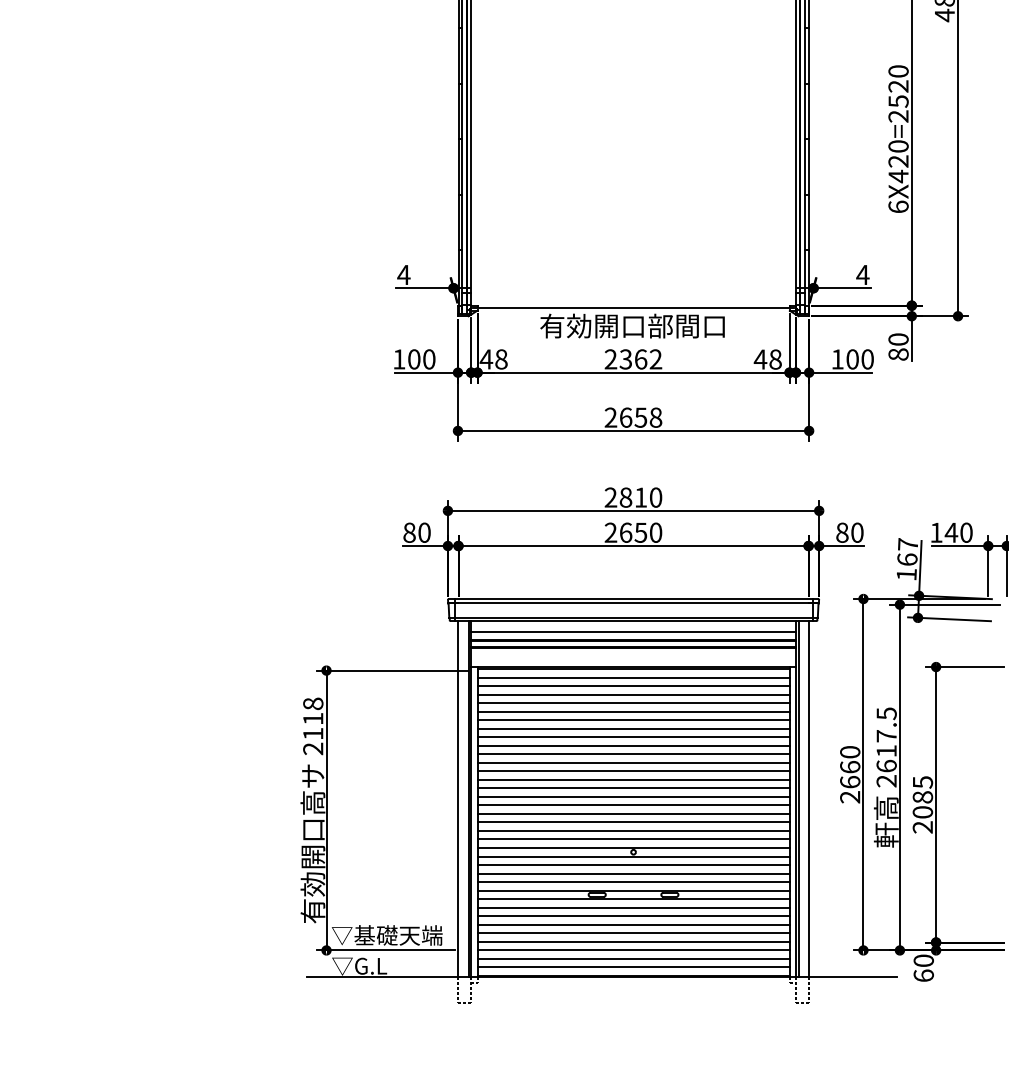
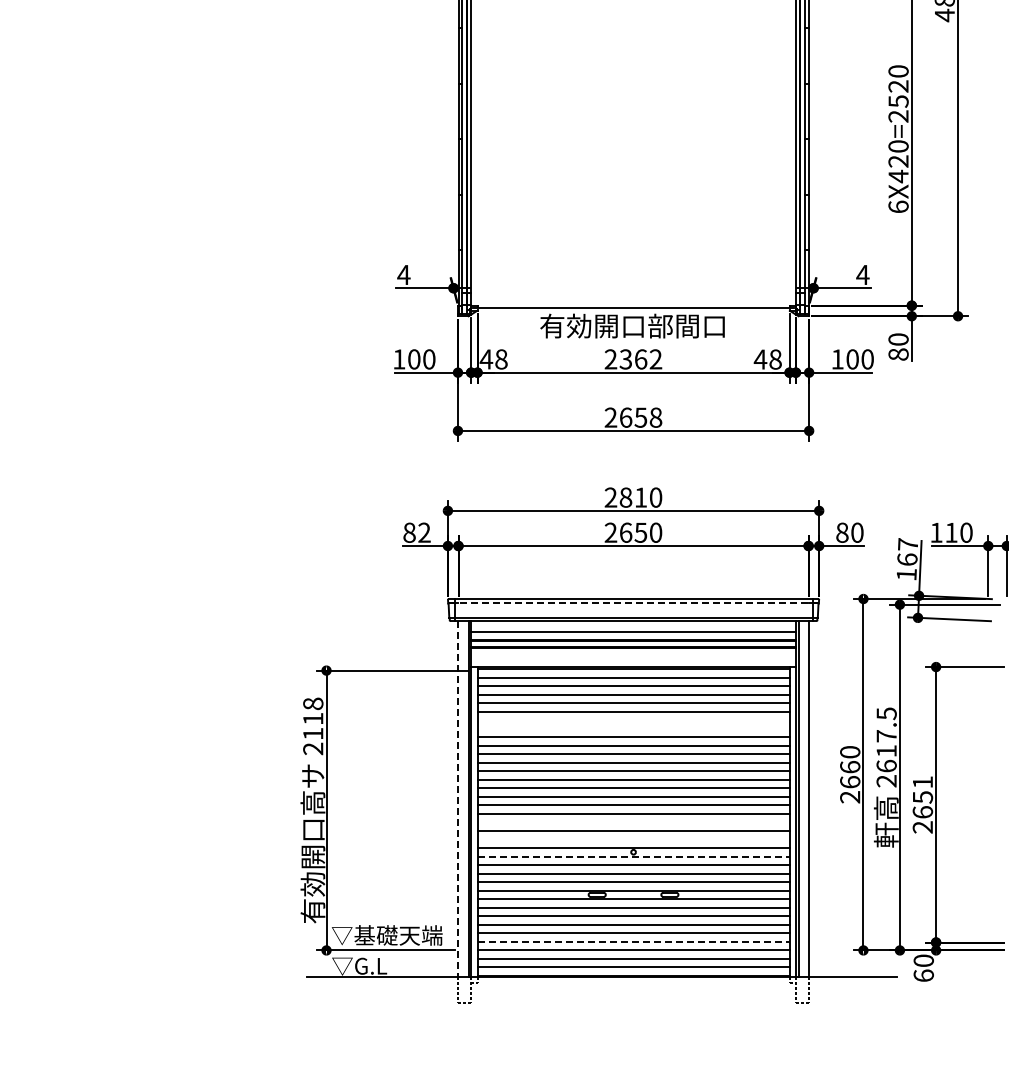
text at (424, 532): 80 -> 82
text at (951, 532): 140 -> 110
line at (633, 603): solid -> dashed
line at (633, 720): present -> none
line at (633, 728): present -> none
text at (922, 797): 2085 -> 2651
line at (457, 798): solid -> dashed
line at (633, 822): present -> none
line at (633, 839): present -> none
line at (634, 856): solid -> dashed
line at (634, 941): solid -> dashed
